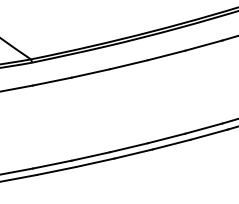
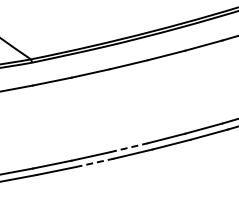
line at (128, 147): solid -> dashed
line at (95, 162): solid -> dashed
